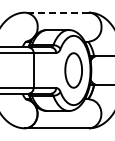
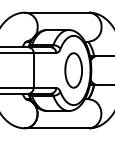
line at (56, 12): dashed -> solid
